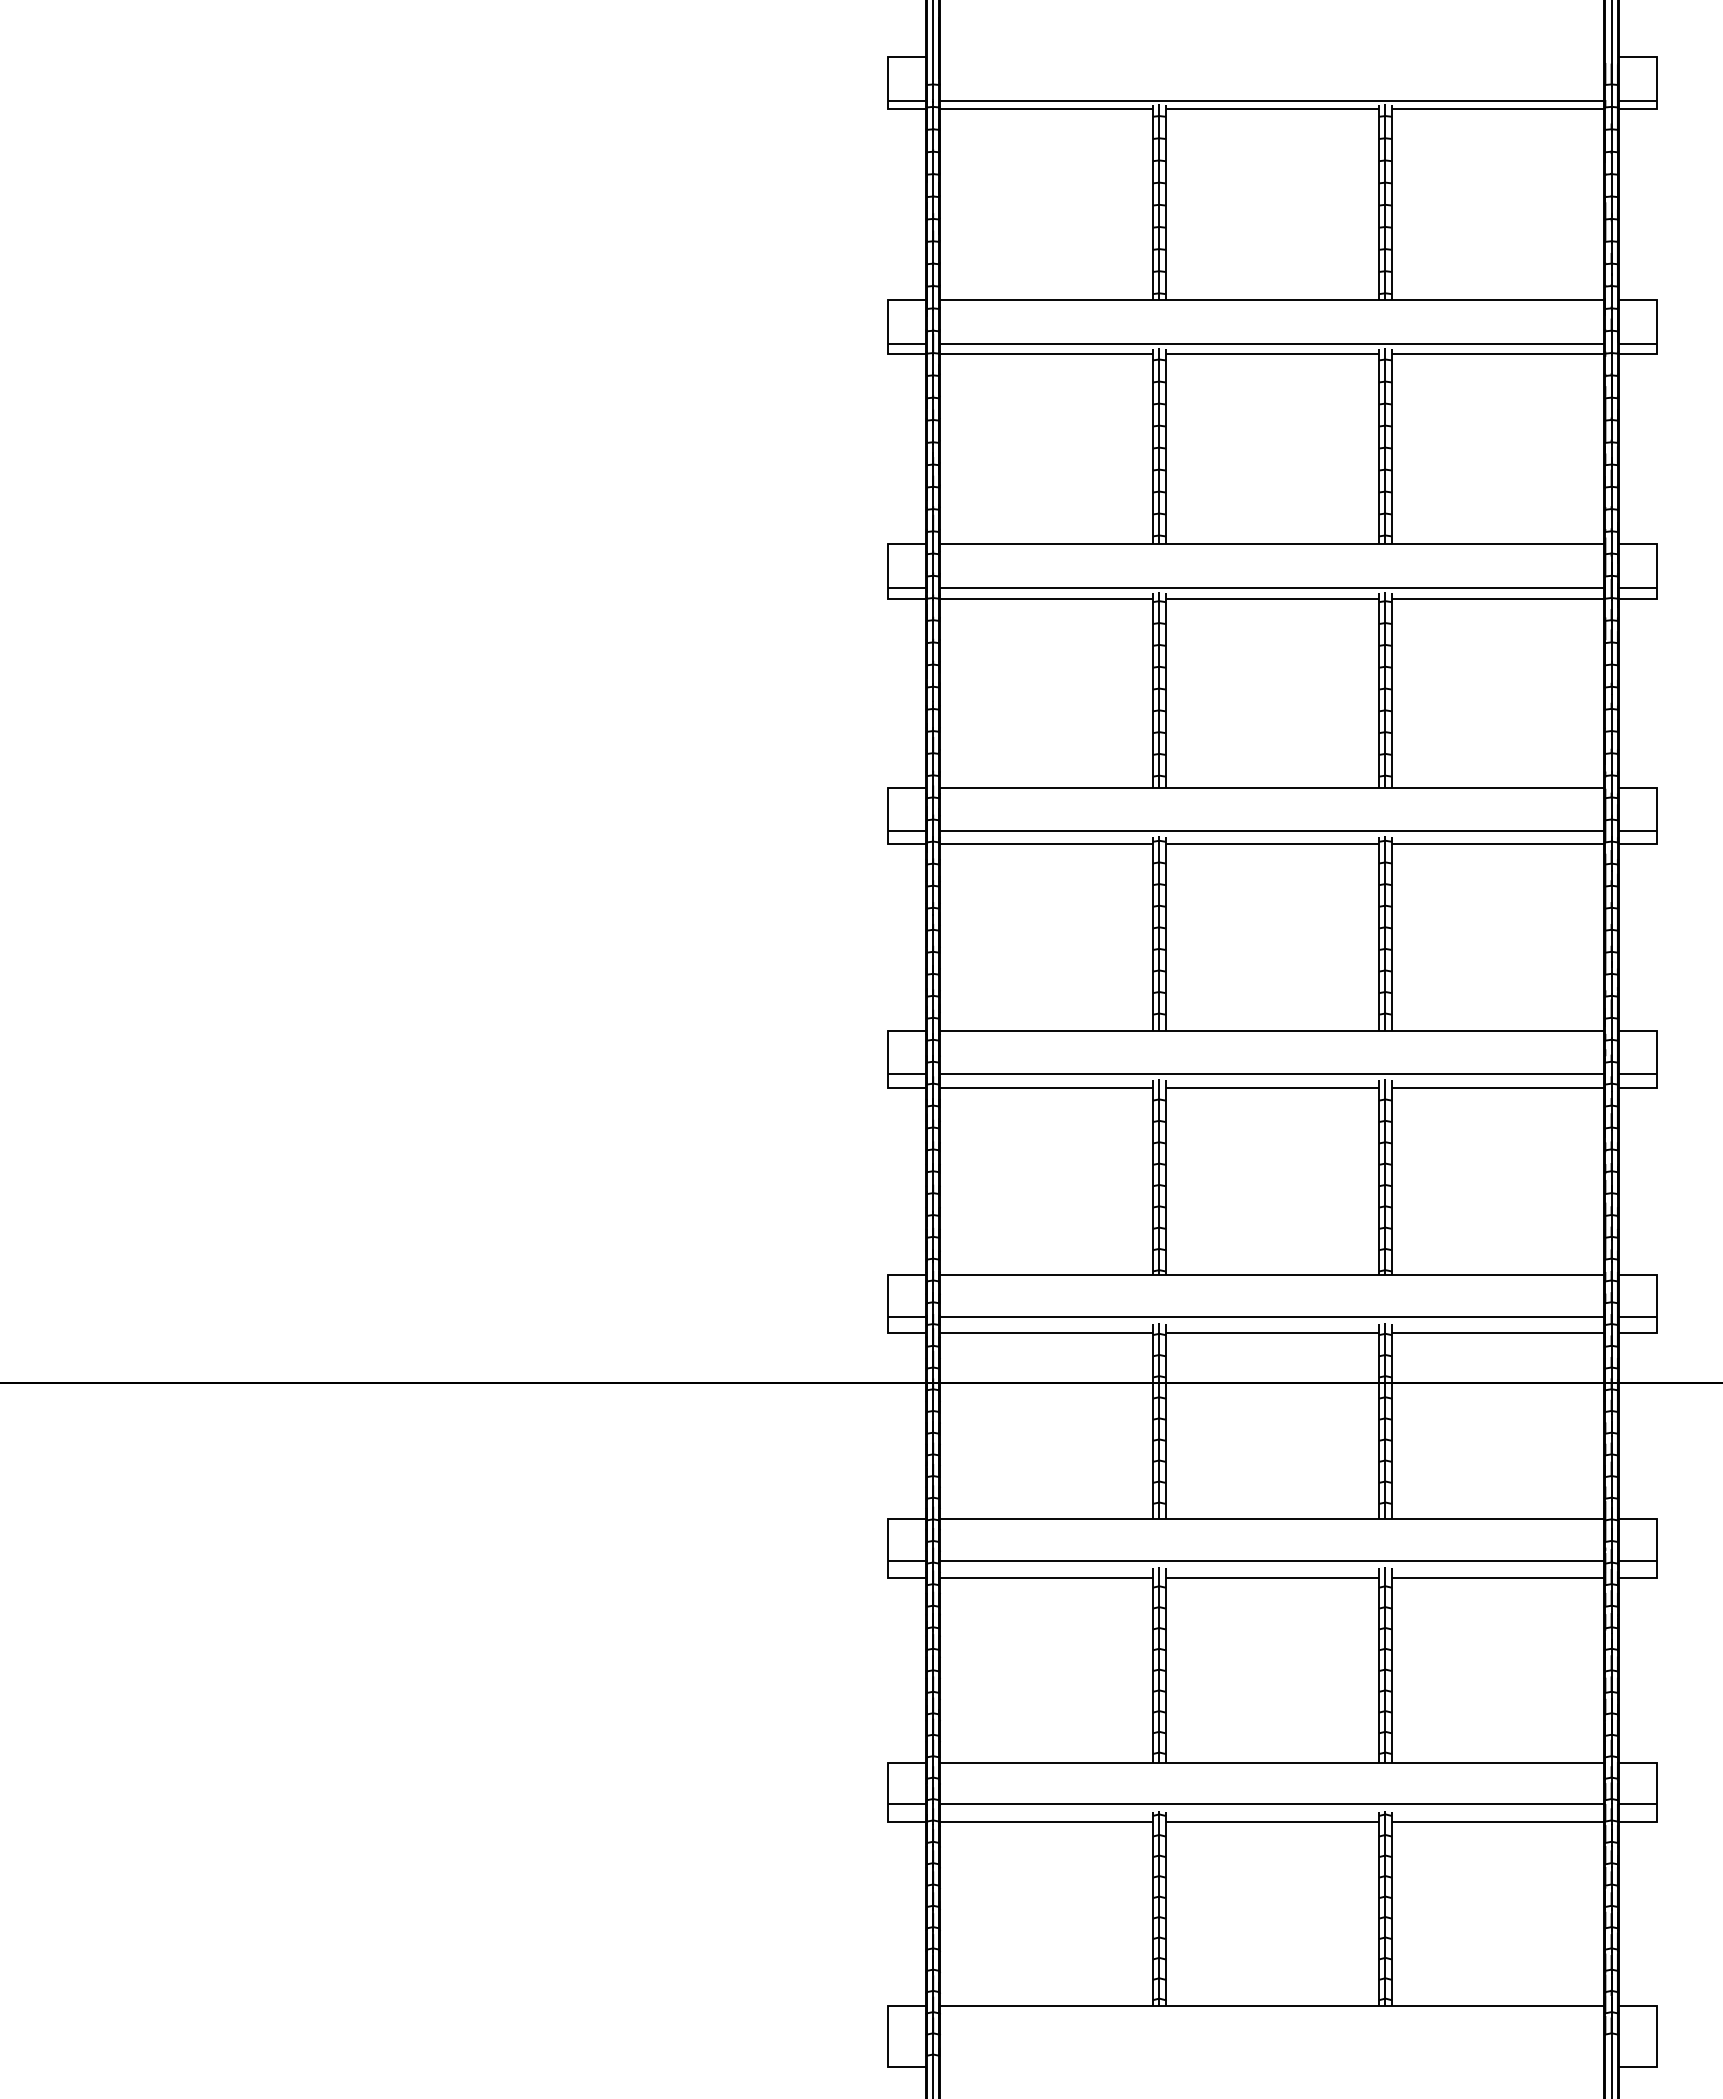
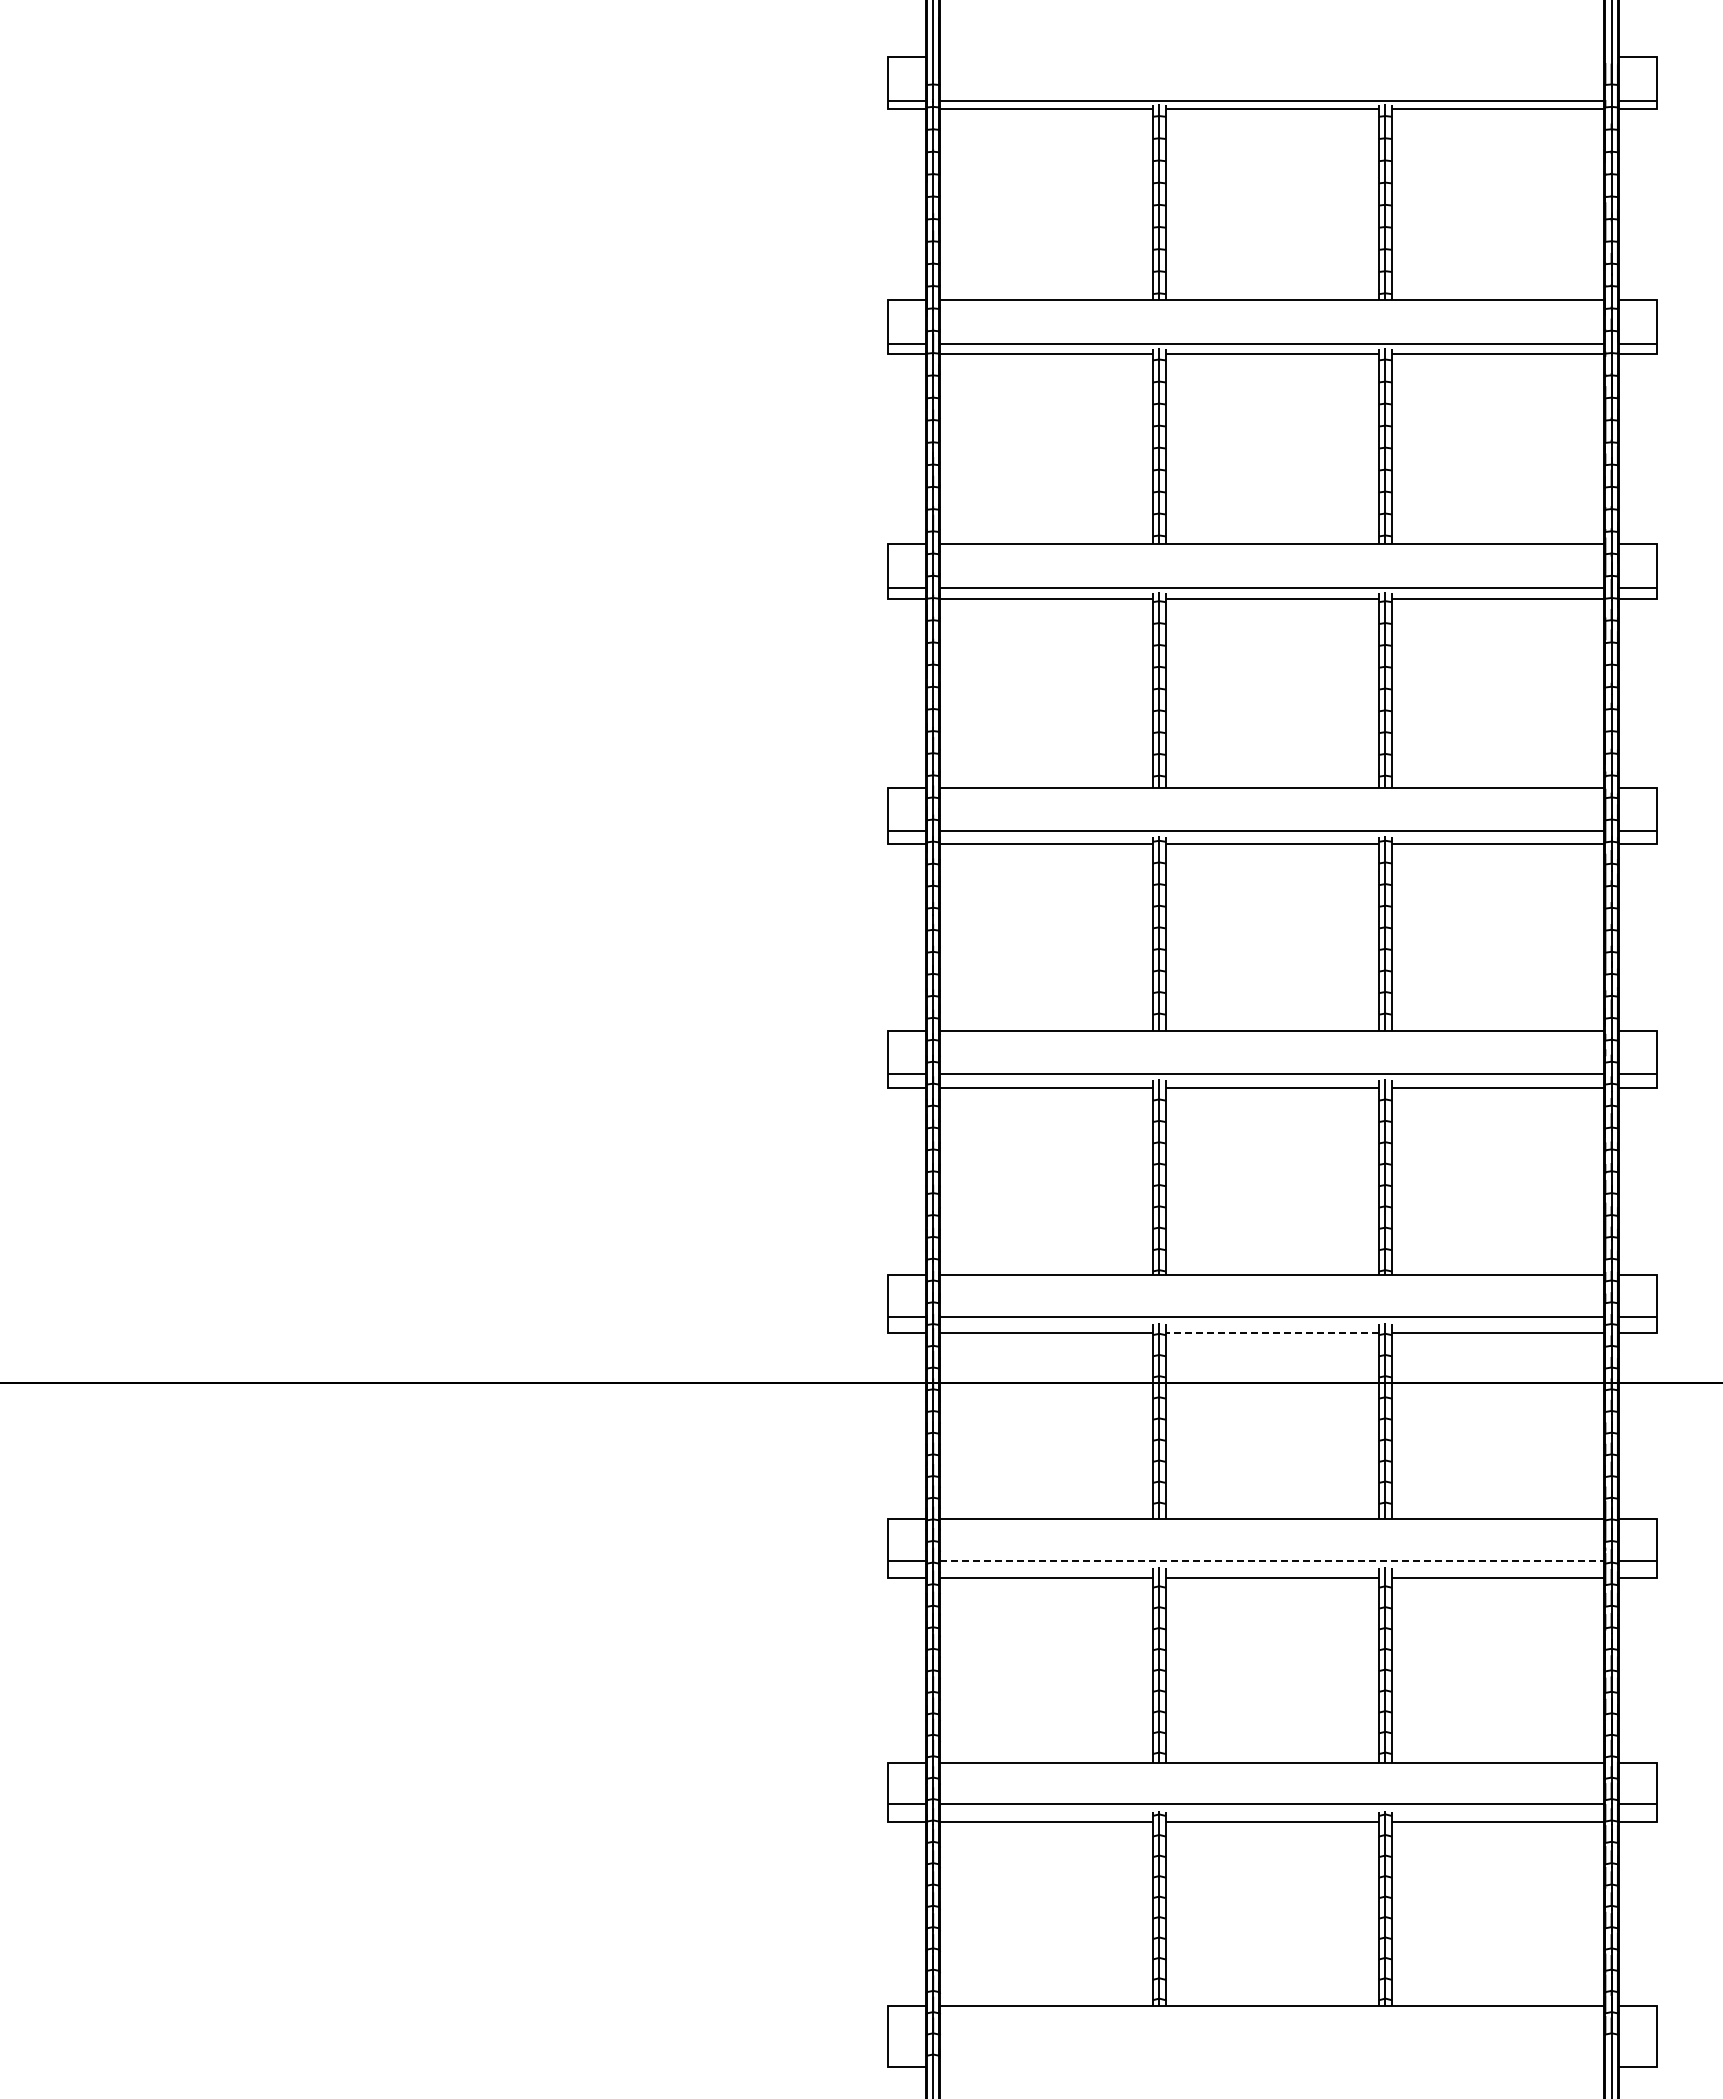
line at (1272, 1333): solid -> dashed
line at (1272, 1560): solid -> dashed
